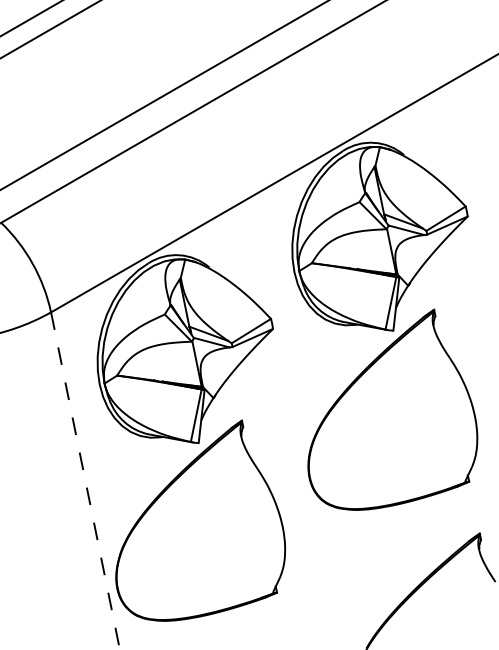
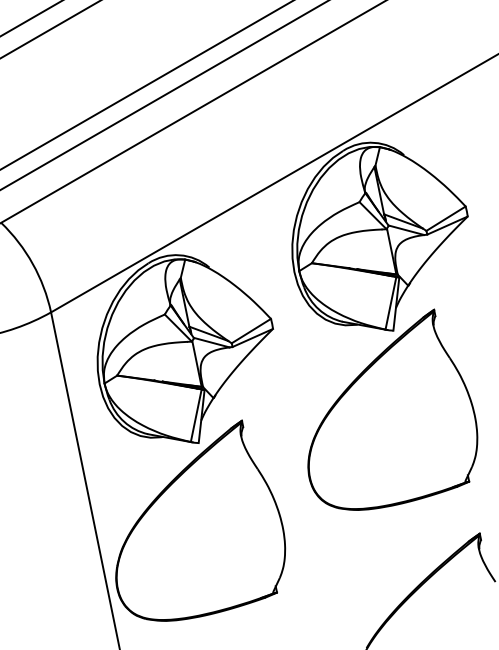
line at (146, 85): none -> present
line at (85, 480): dashed -> solid
